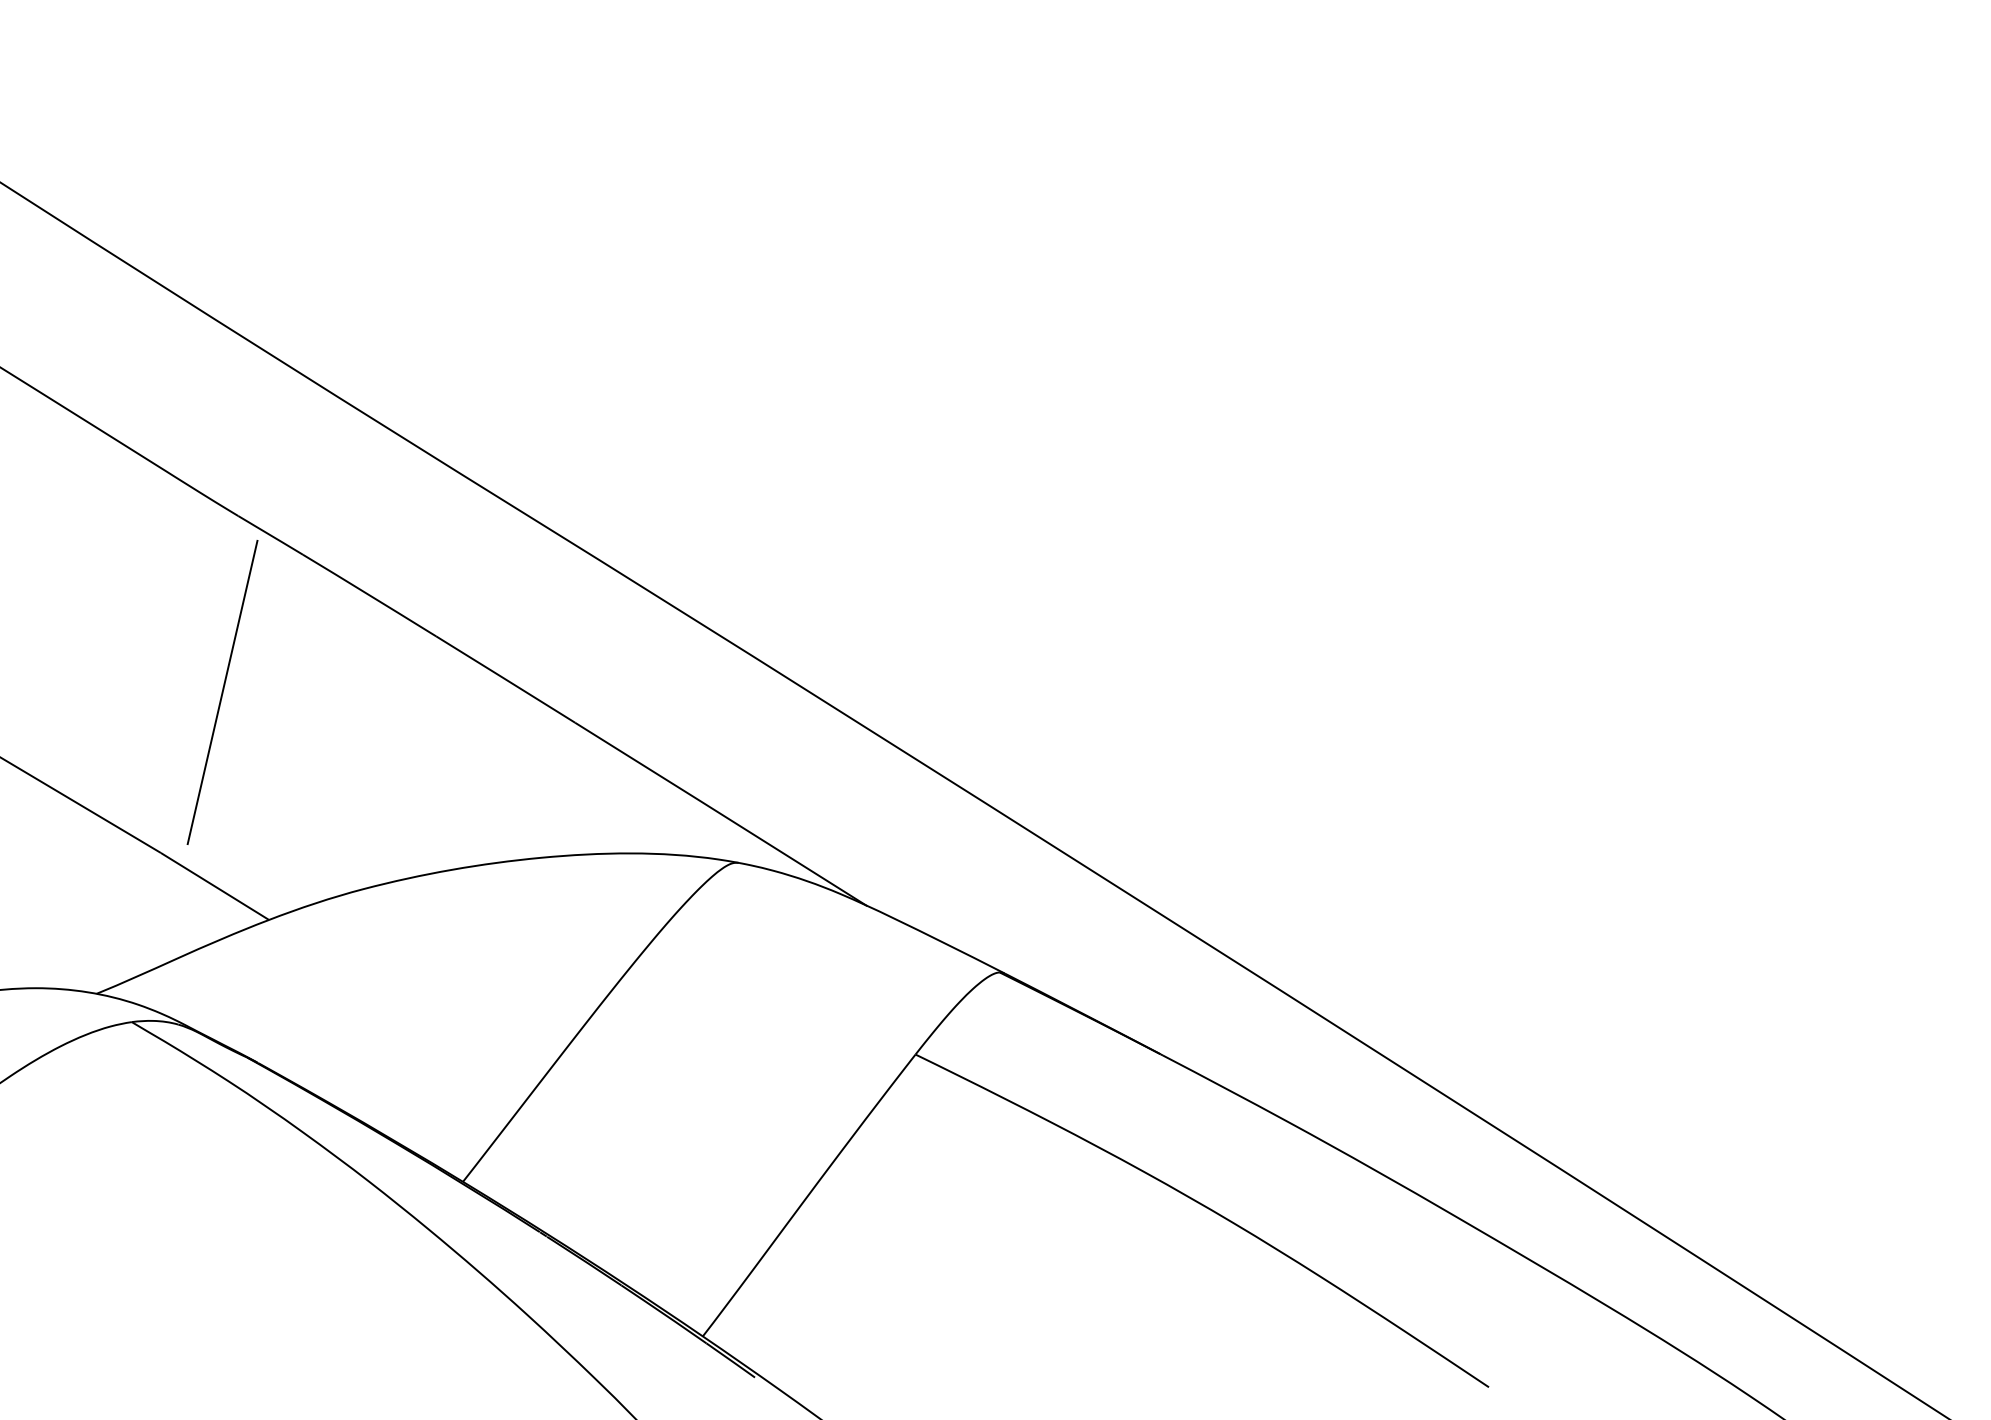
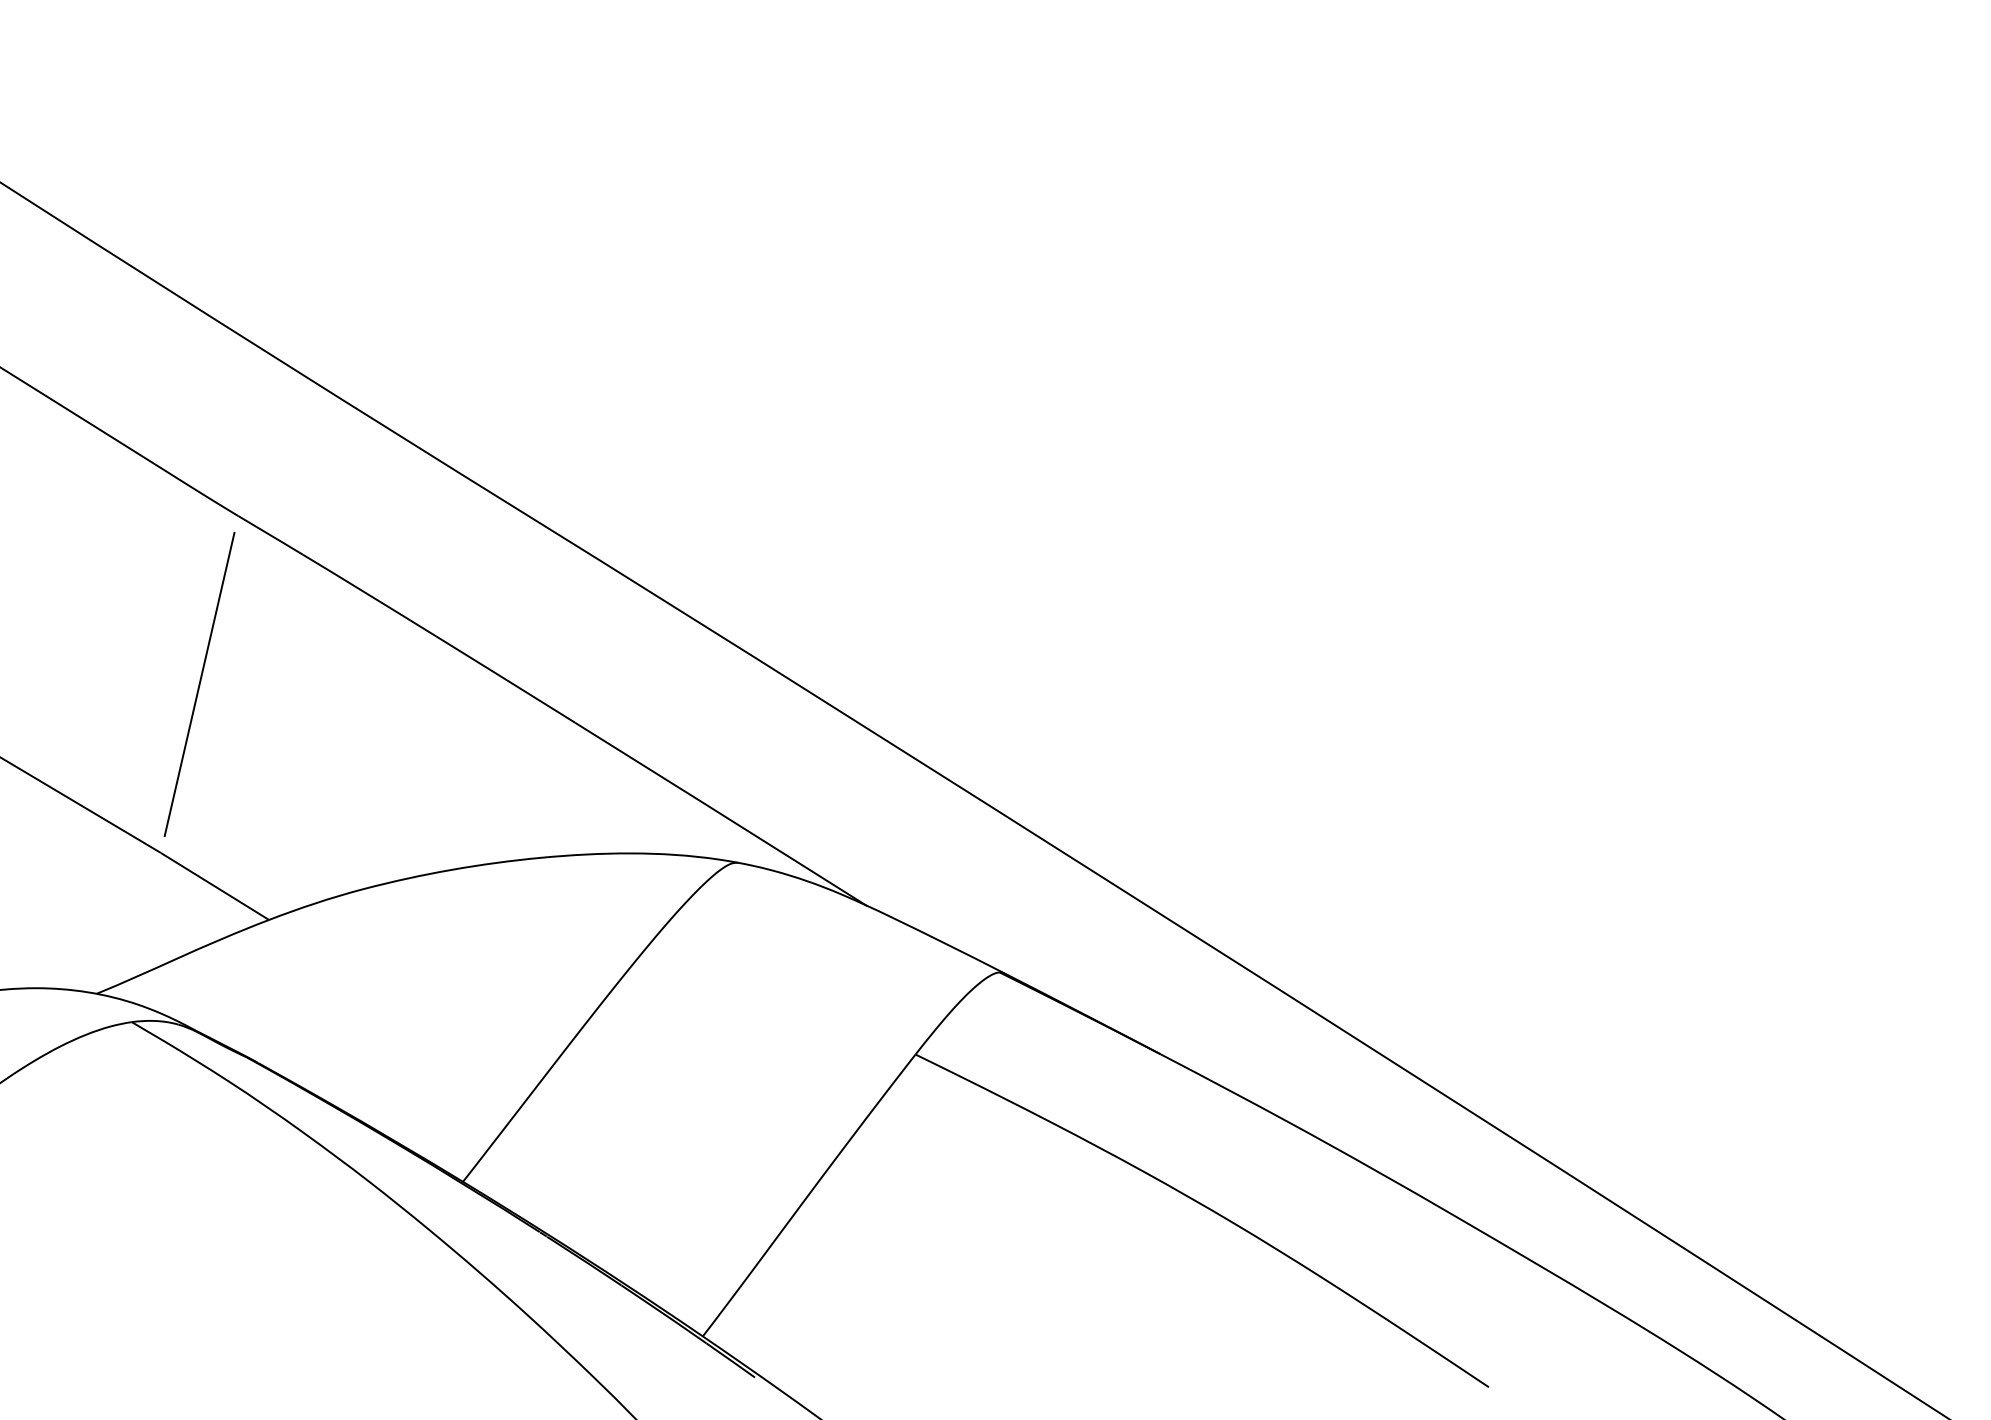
line at (222, 692) position: (222, 692) -> (199, 684)
